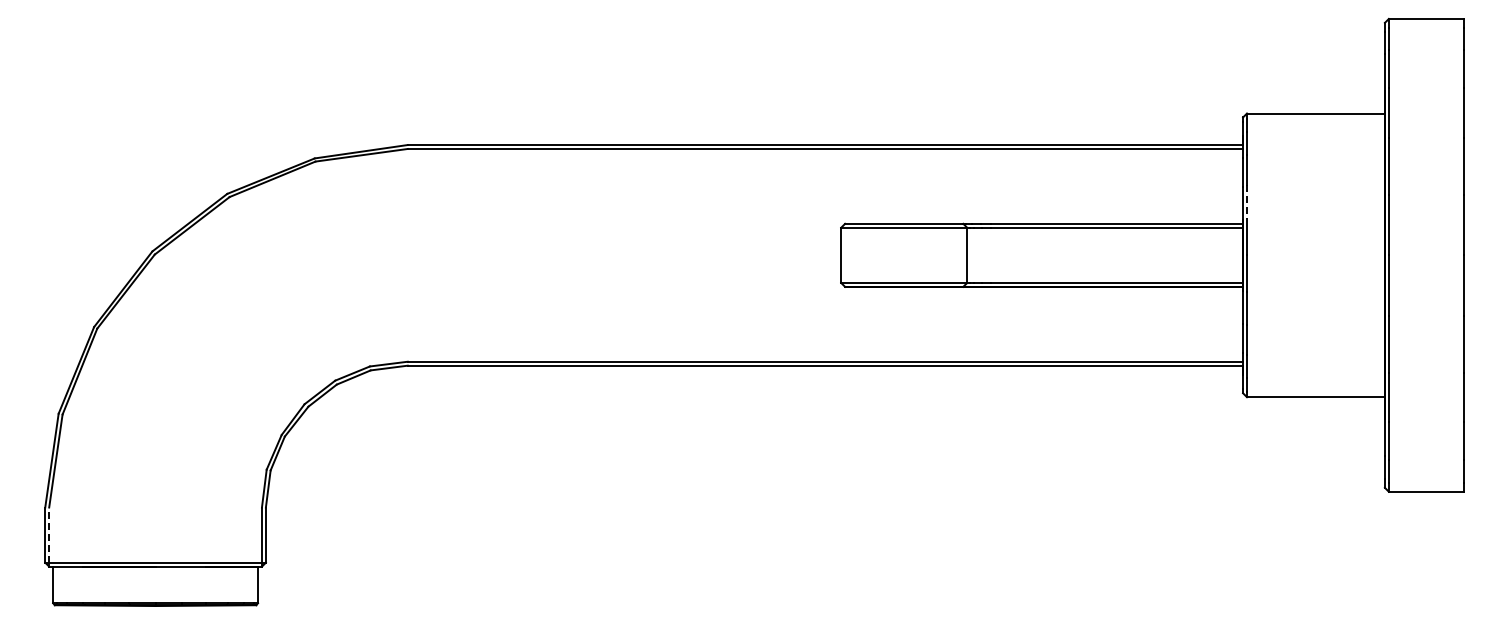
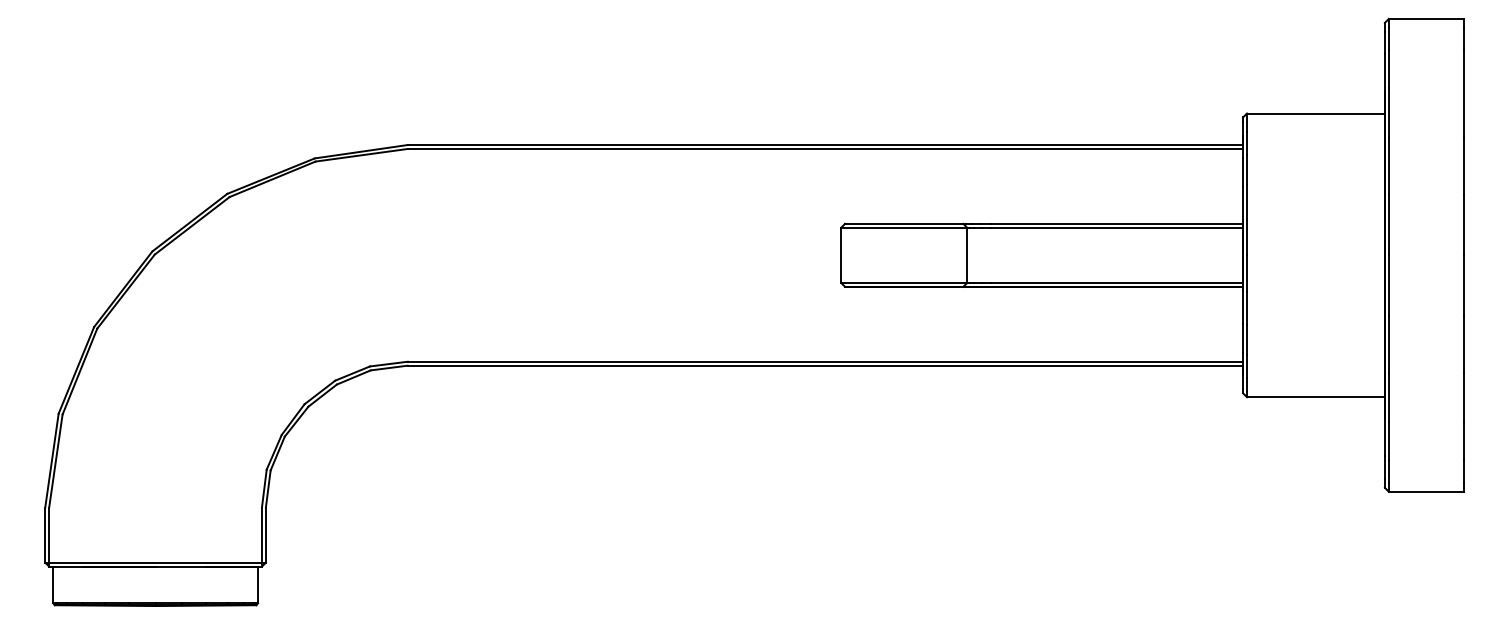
line at (1247, 202): dashed -> solid
line at (49, 535): dashed -> solid
